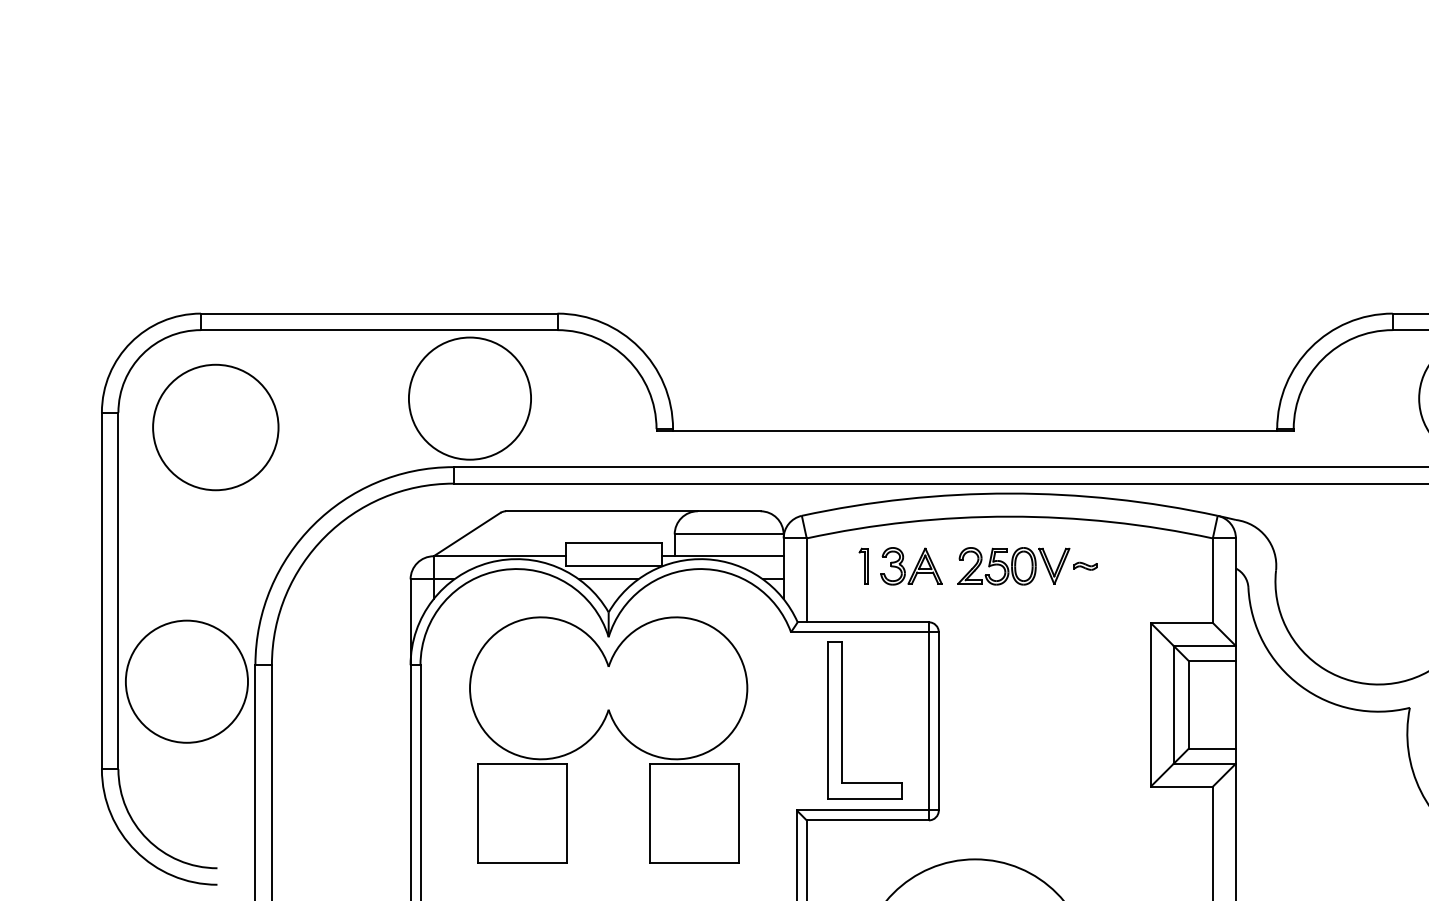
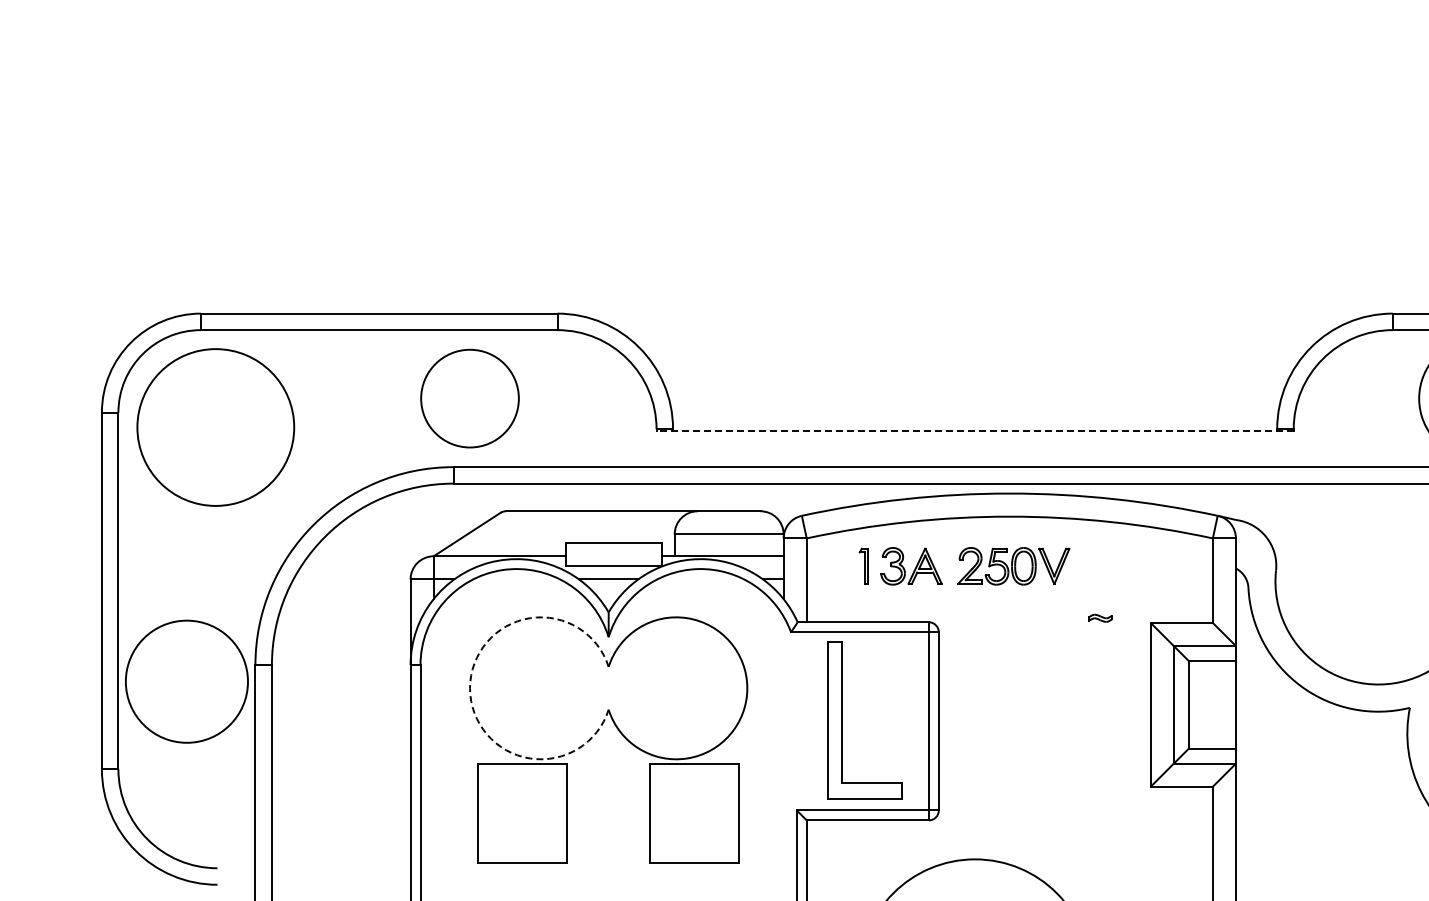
circle at (469, 398) diameter: 122 px -> 98 px
circle at (215, 427) diameter: 125 px -> 157 px
line at (975, 430): solid -> dashed
part at (1085, 565) position: (1085, 565) -> (1100, 617)
arc at (470, 688): solid -> dashed
